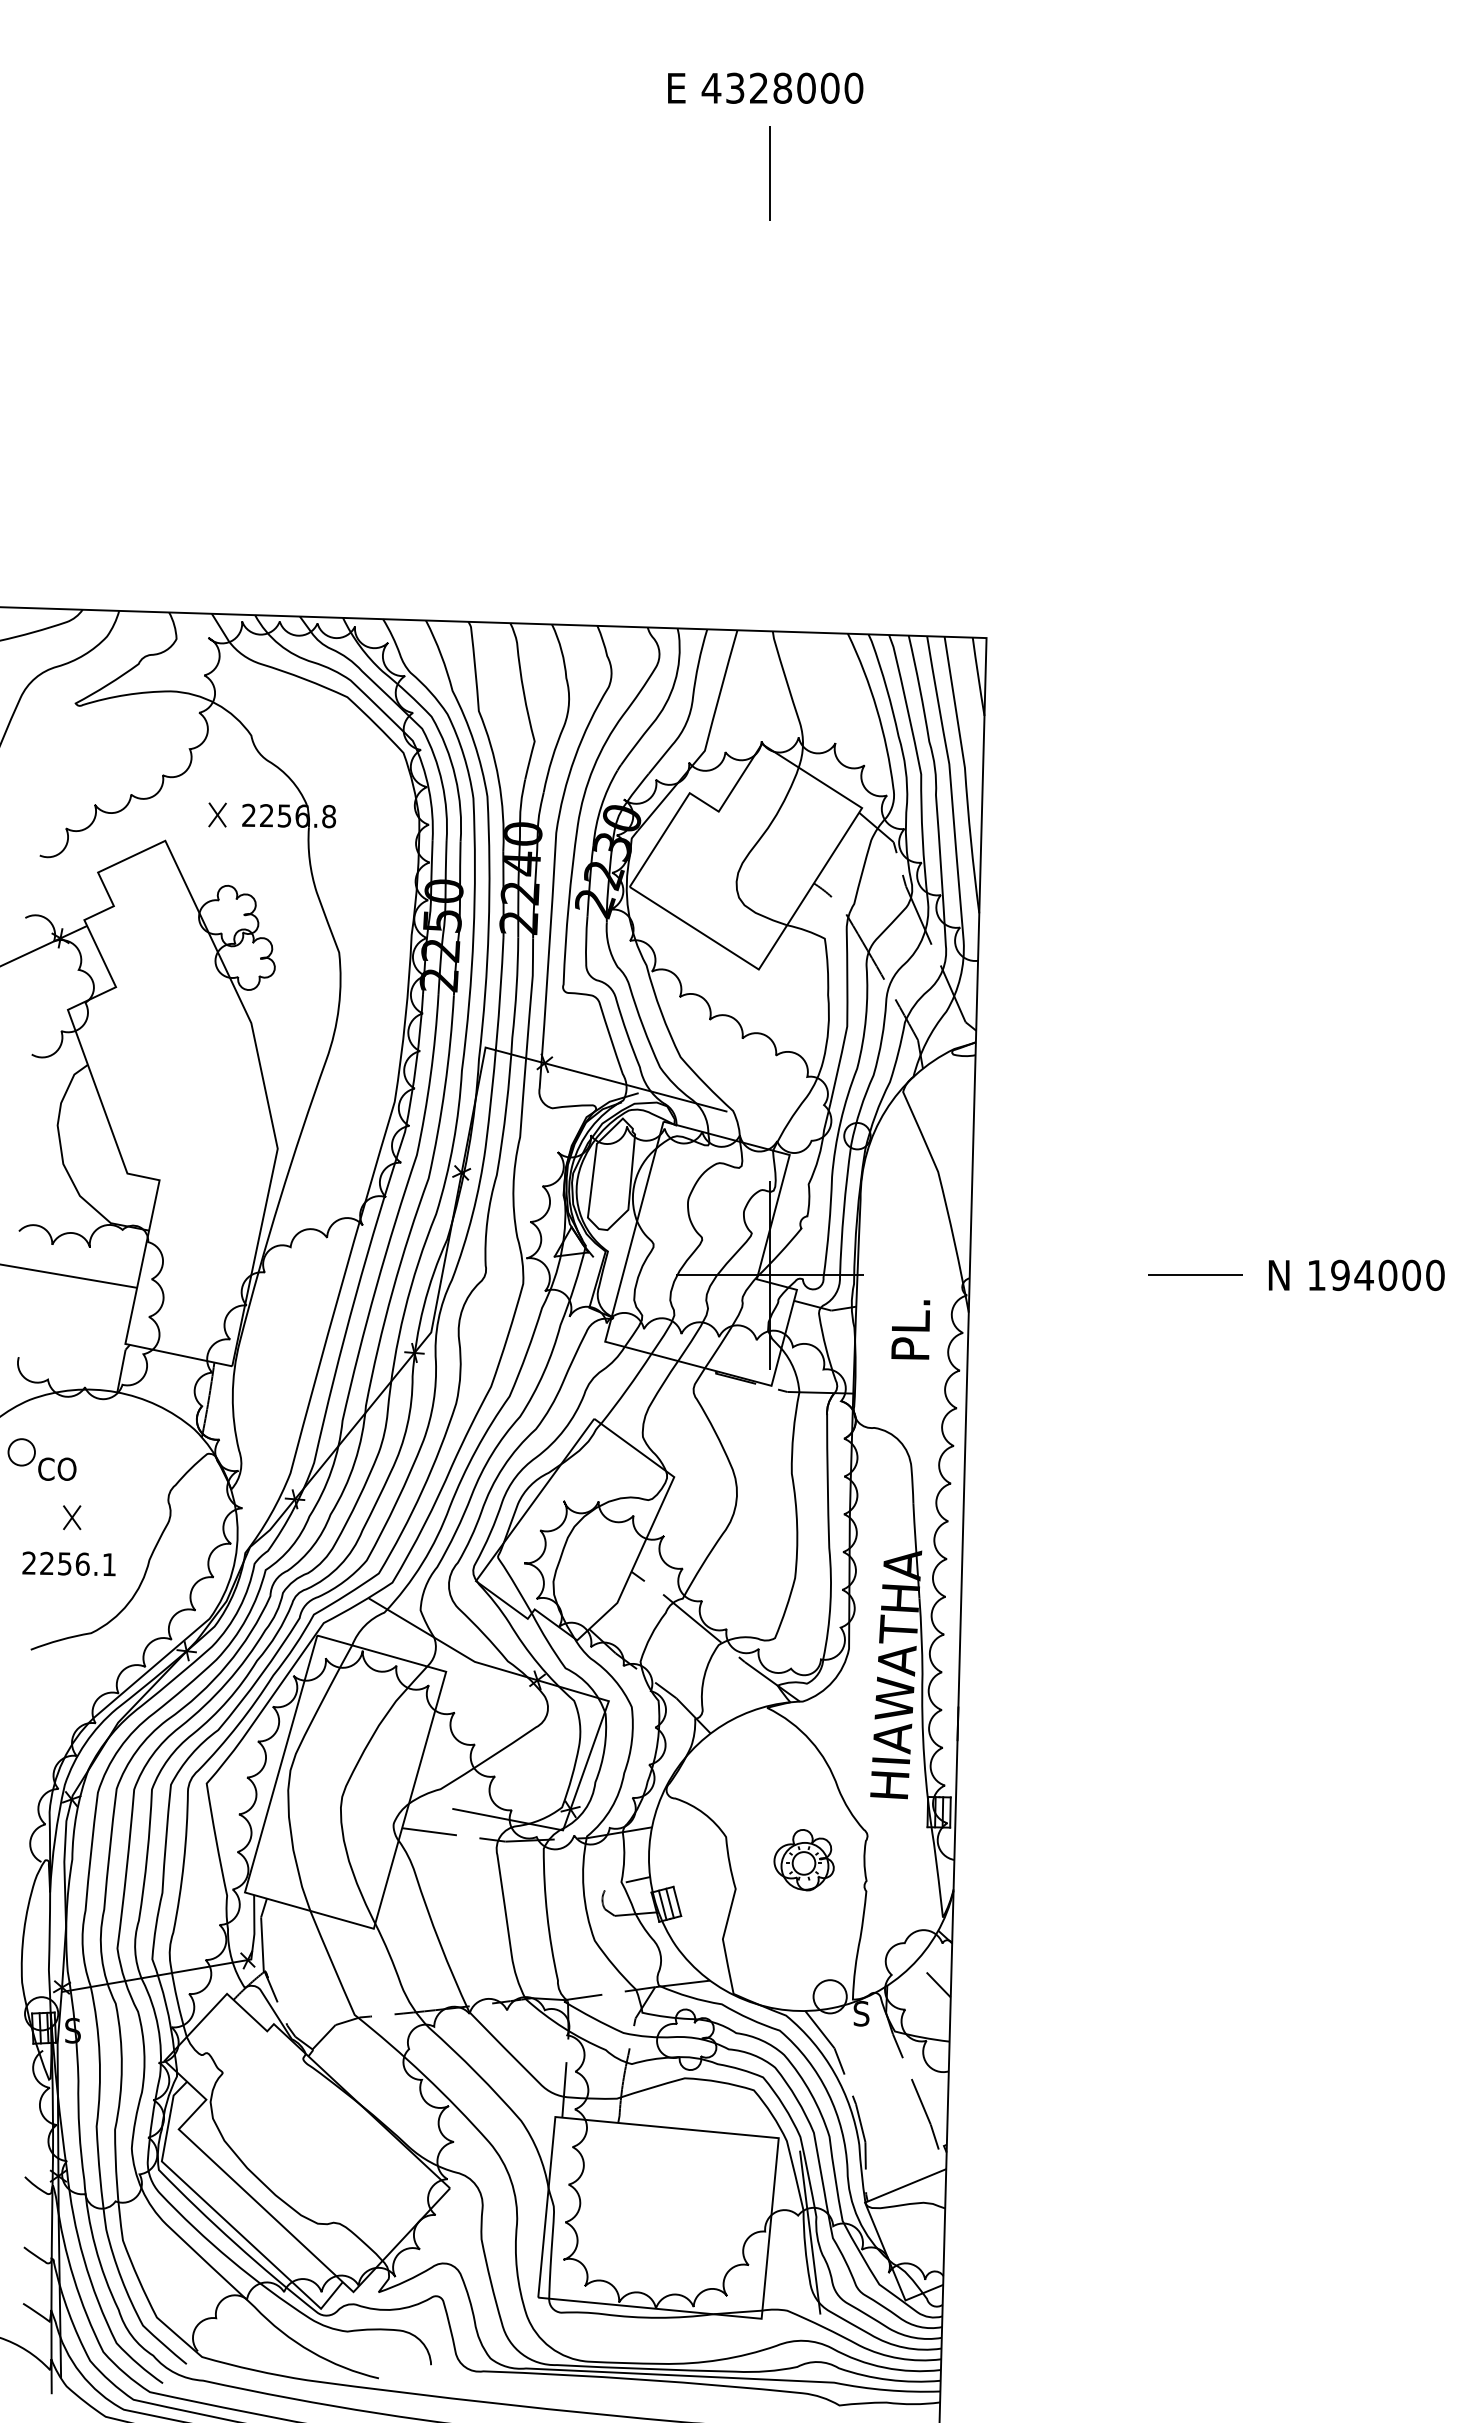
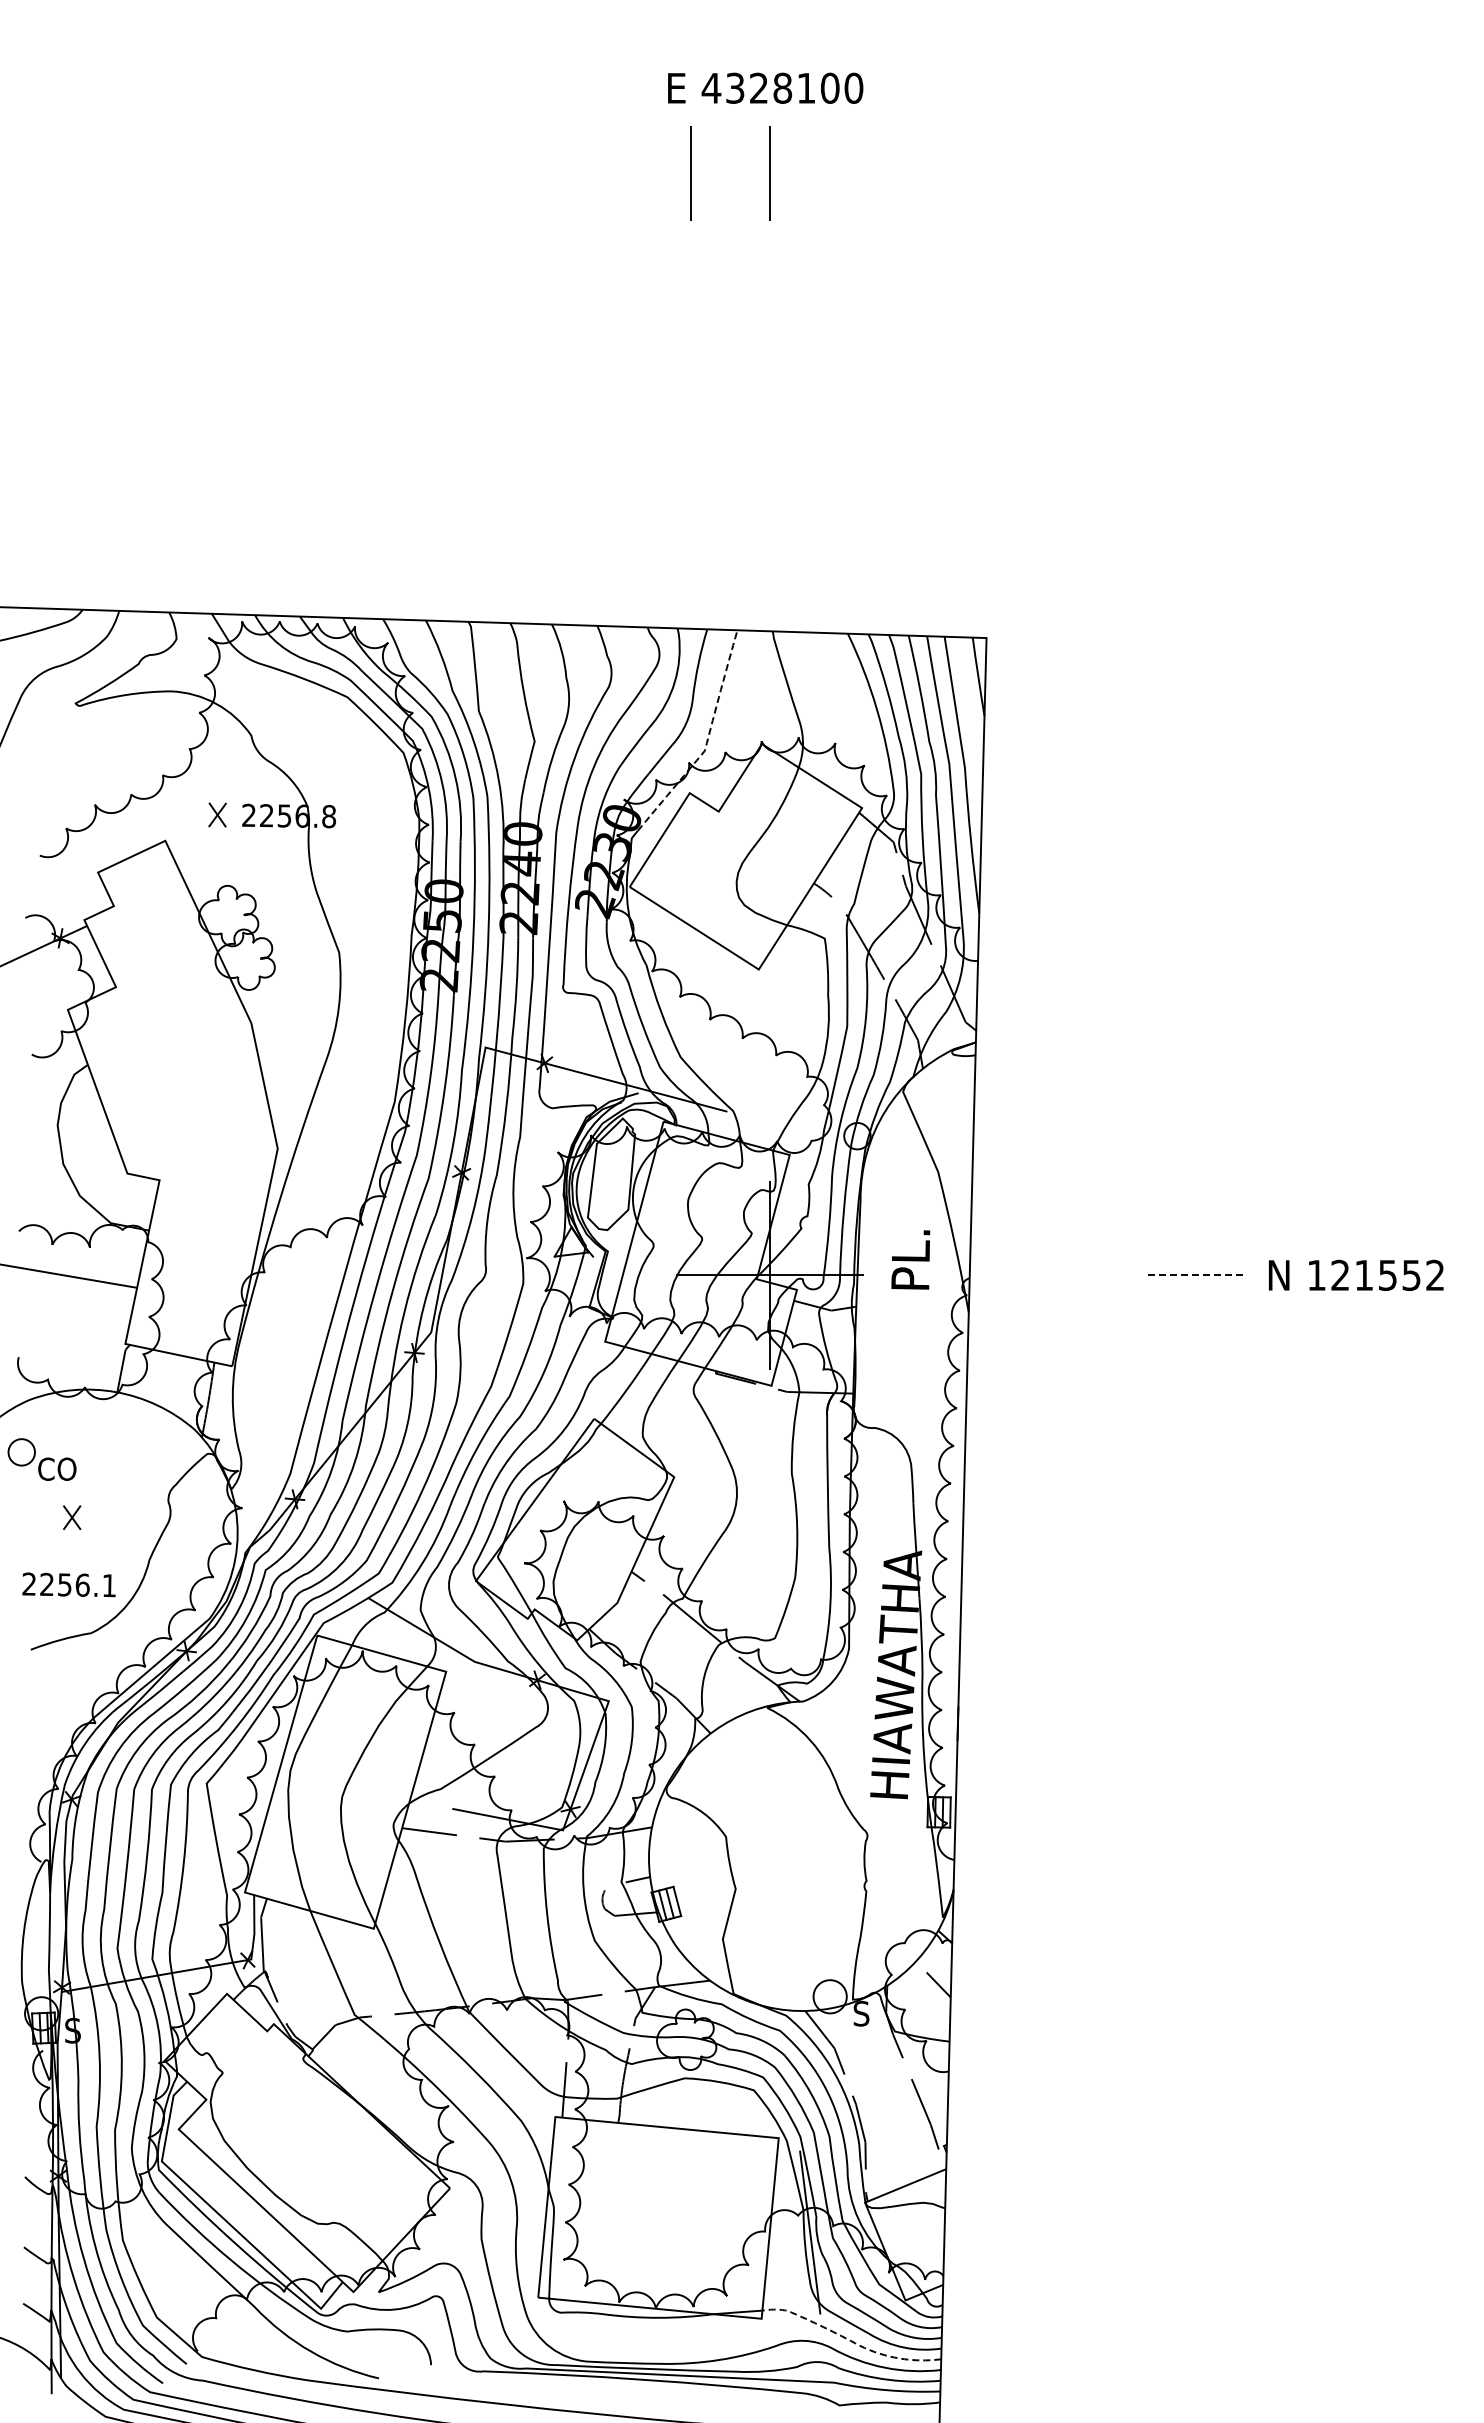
text at (806, 87): 4328000 -> 4328100
line at (690, 173): none -> present
line at (707, 741): solid -> dashed
line at (1194, 1275): solid -> dashed
text at (1387, 1275): 194000 -> 121552
text at (910, 1329) position: (910, 1329) -> (910, 1259)
text at (68, 1563) position: (68, 1563) -> (68, 1584)
part at (803, 1860): present -> none
line at (849, 2340): solid -> dashed
